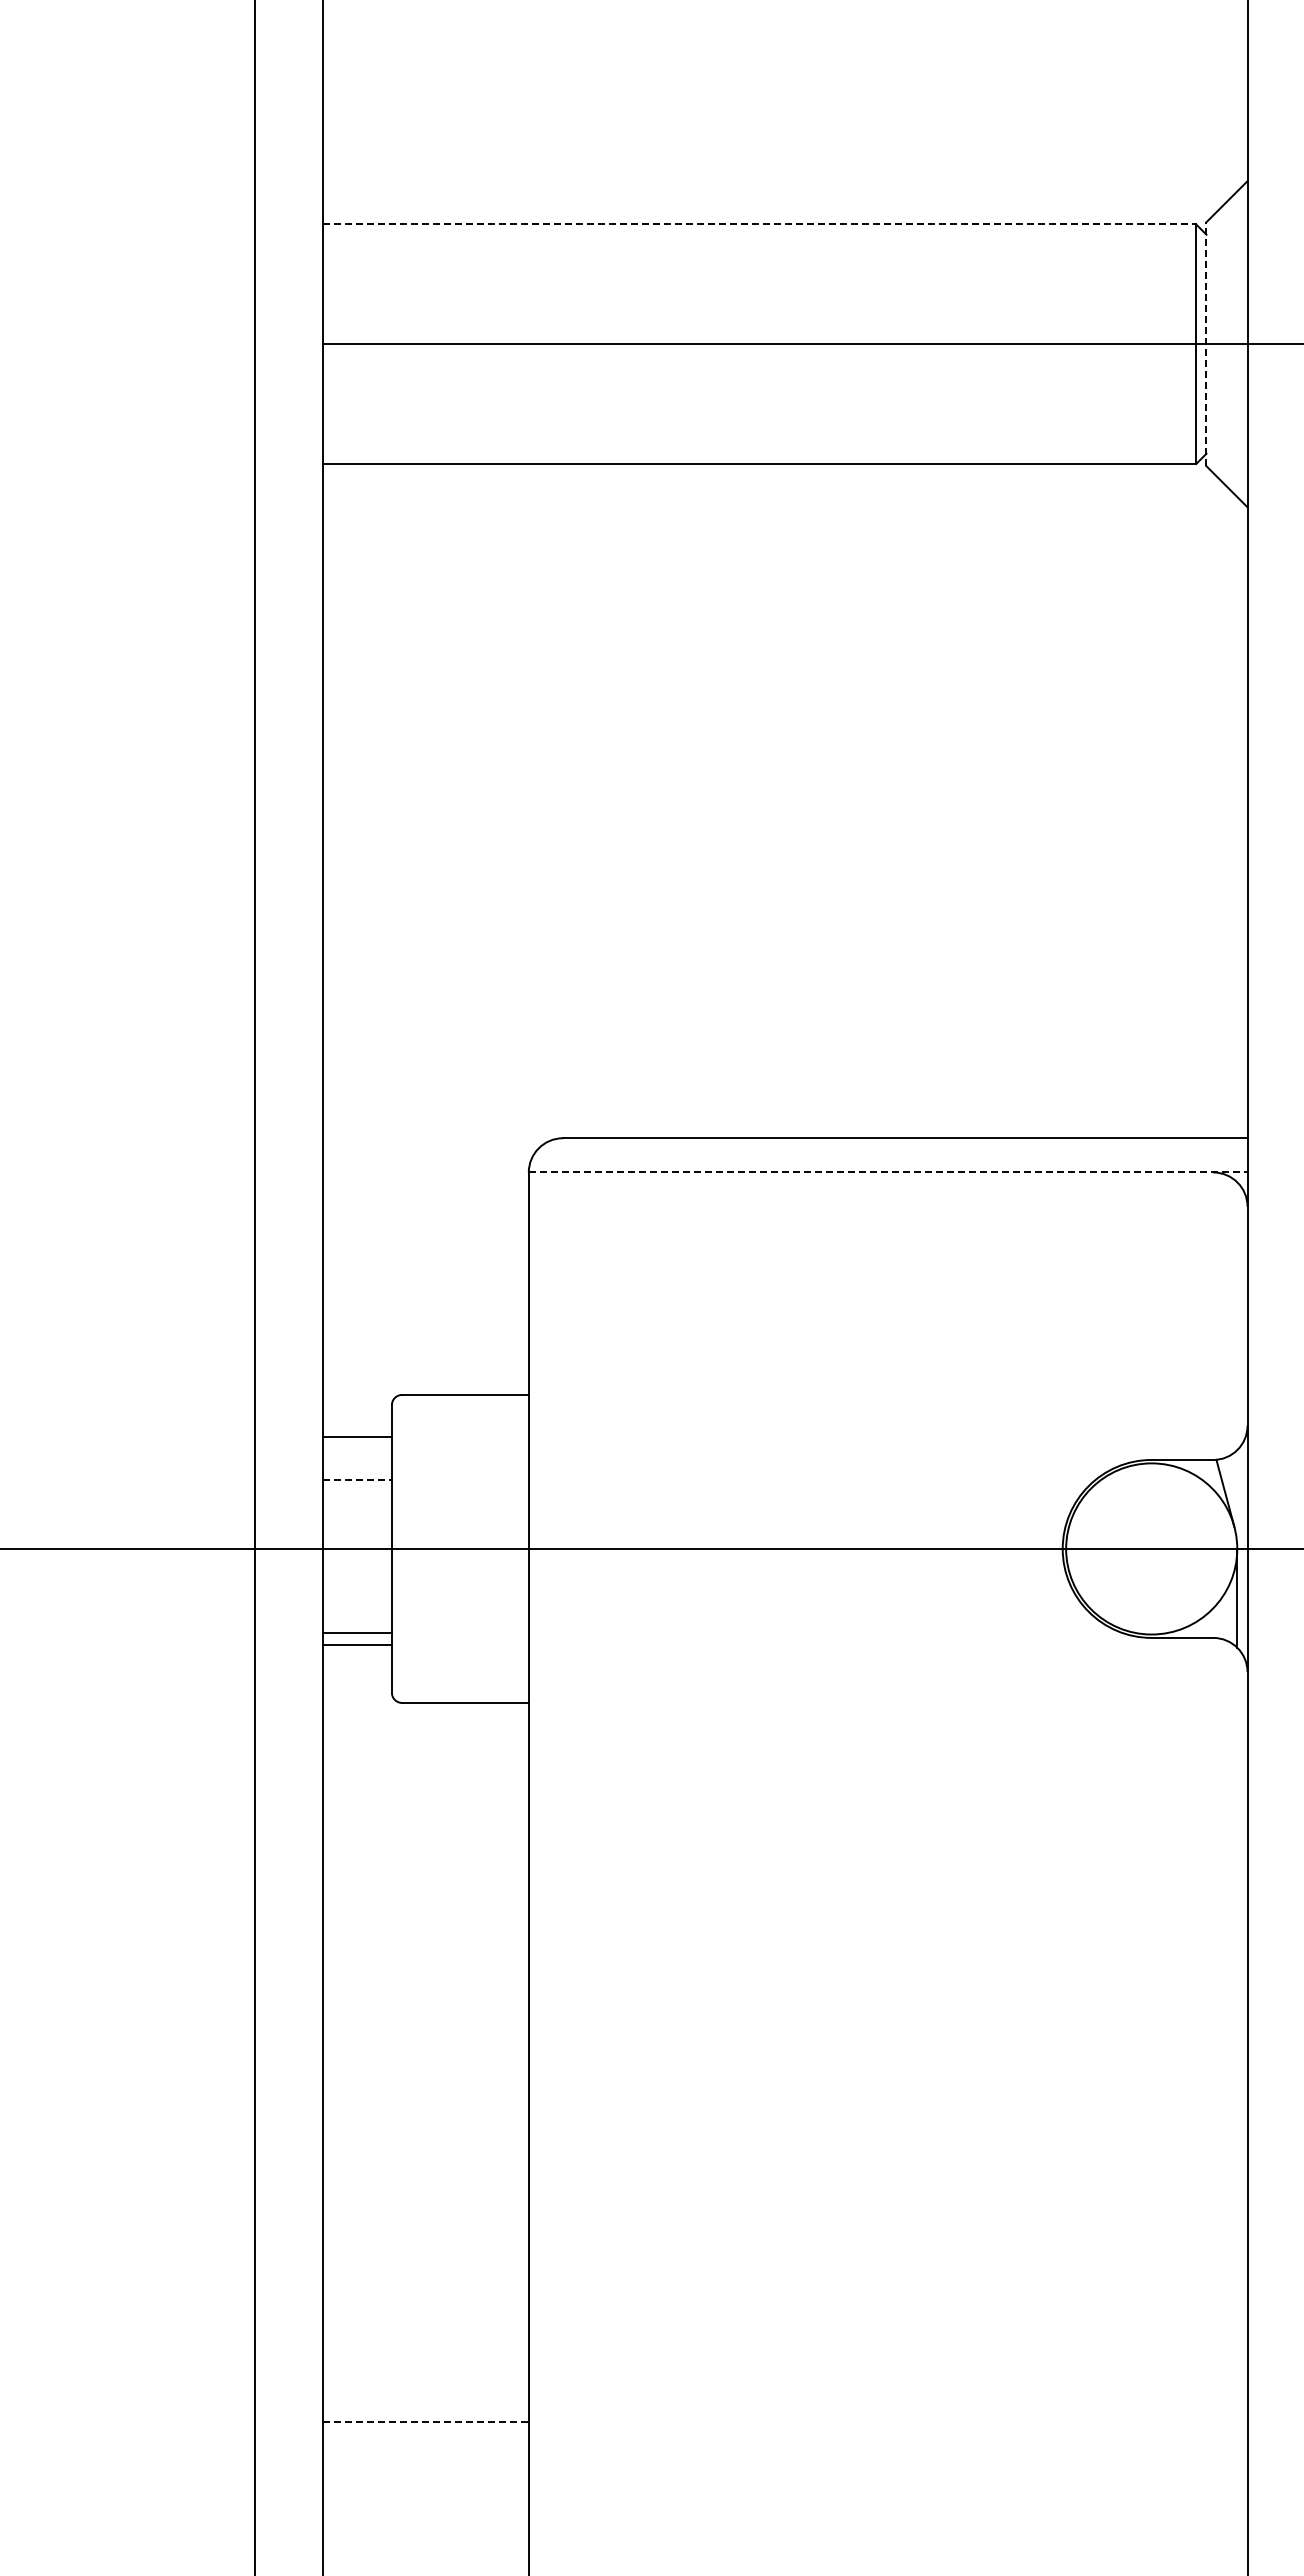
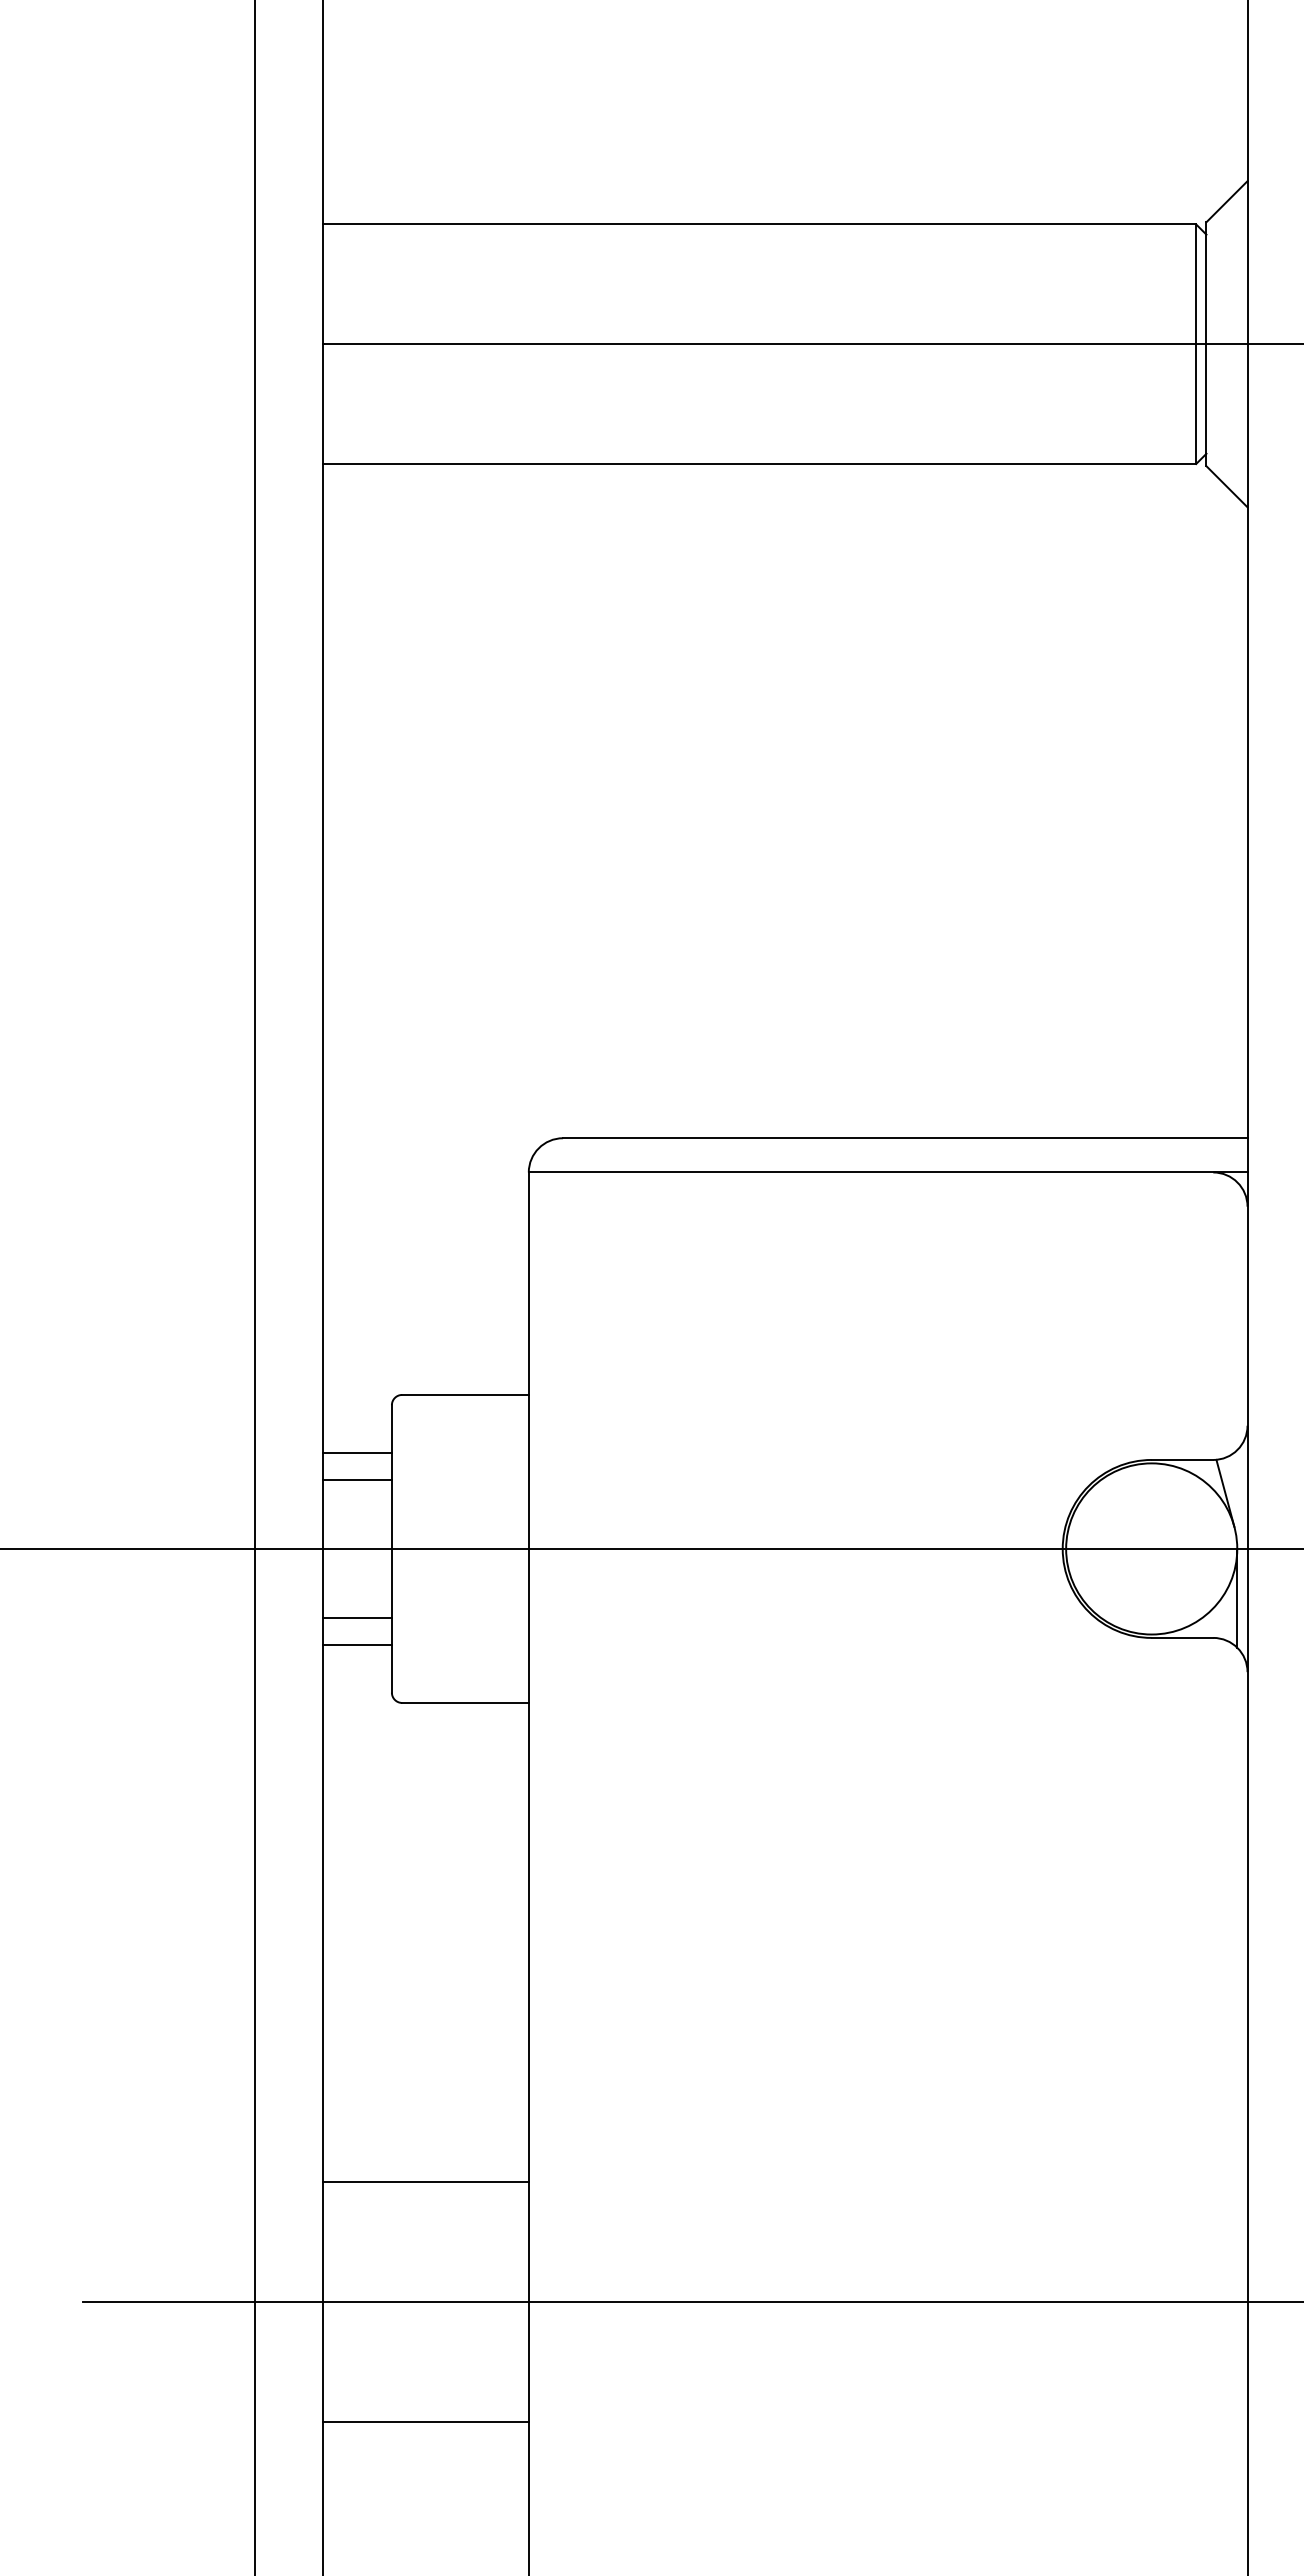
line at (760, 224): dashed -> solid
line at (1206, 344): dashed -> solid
line at (888, 1172): dashed -> solid
line at (357, 1437) position: (357, 1437) -> (357, 1453)
line at (358, 1479): dashed -> solid
line at (357, 1632) position: (357, 1632) -> (357, 1617)
line at (425, 2182): none -> present
line at (691, 2301): none -> present
line at (426, 2421): dashed -> solid
